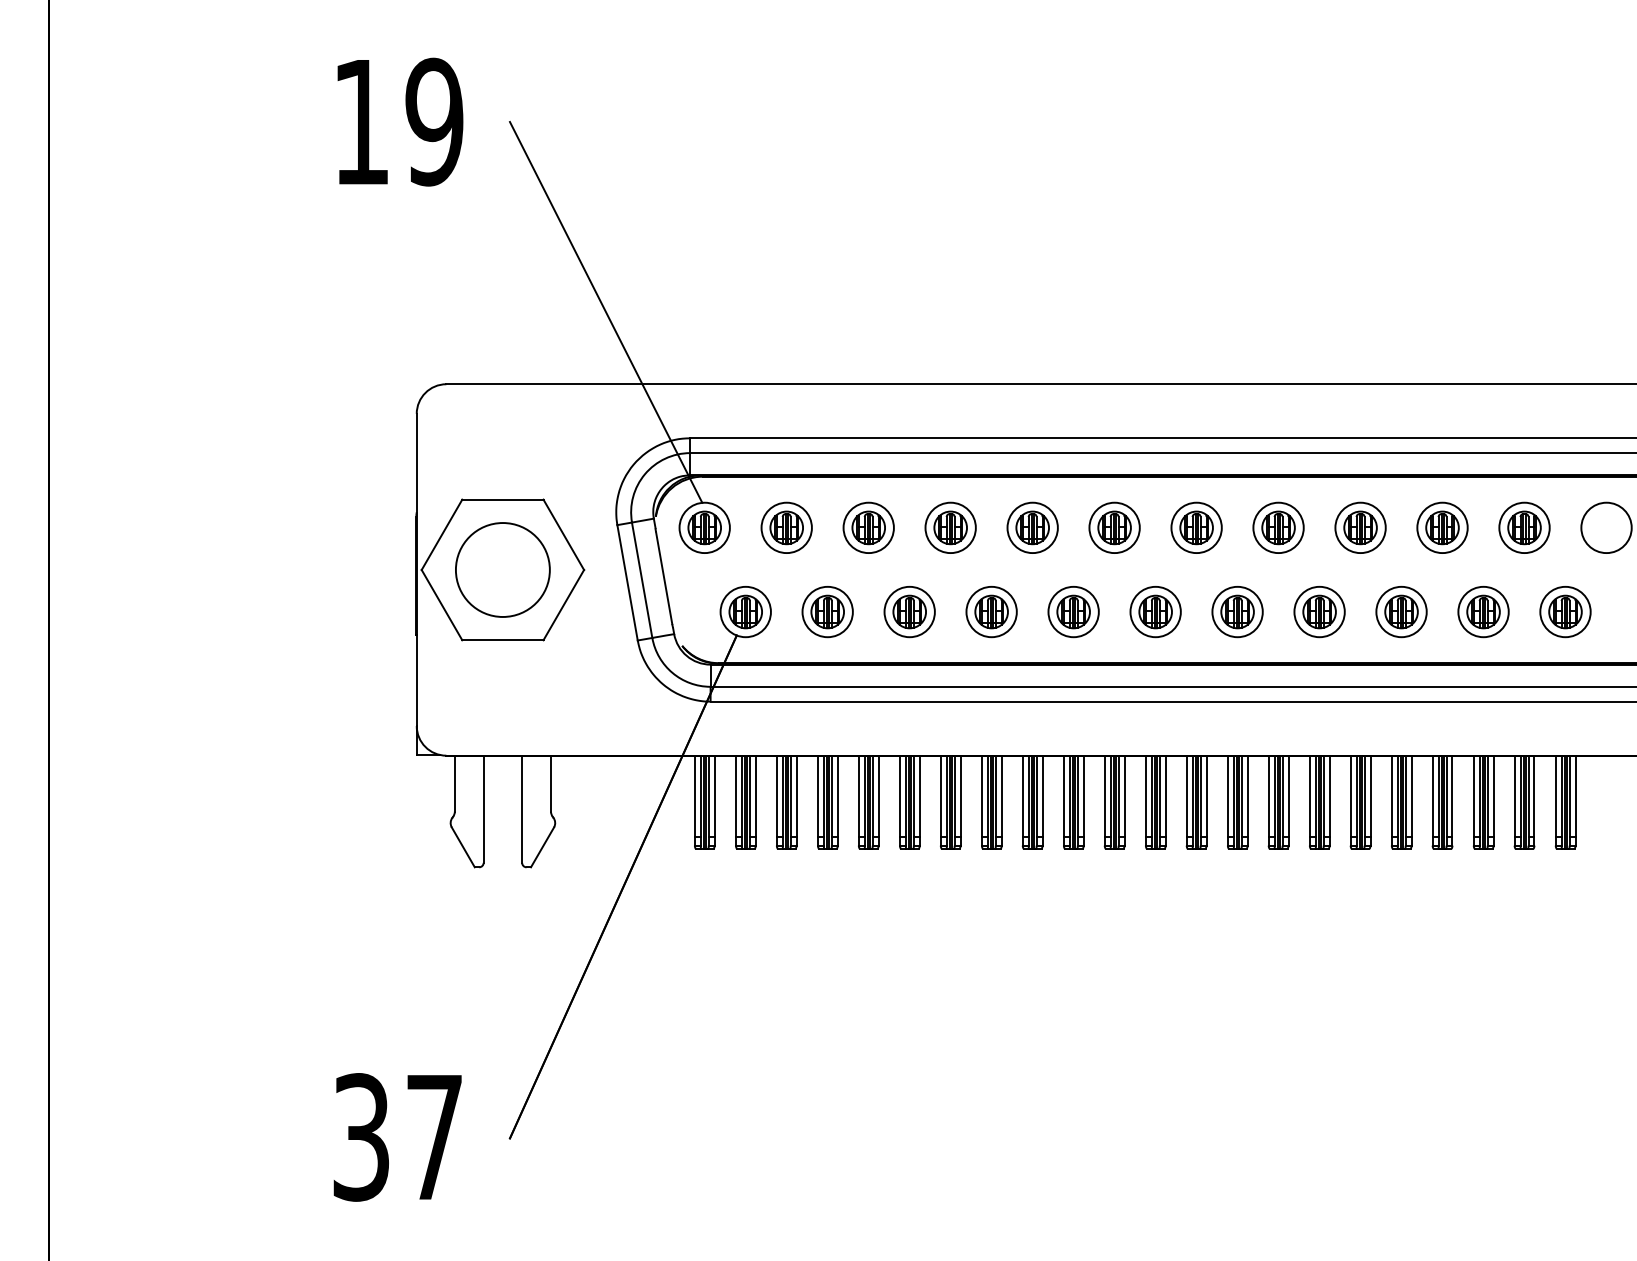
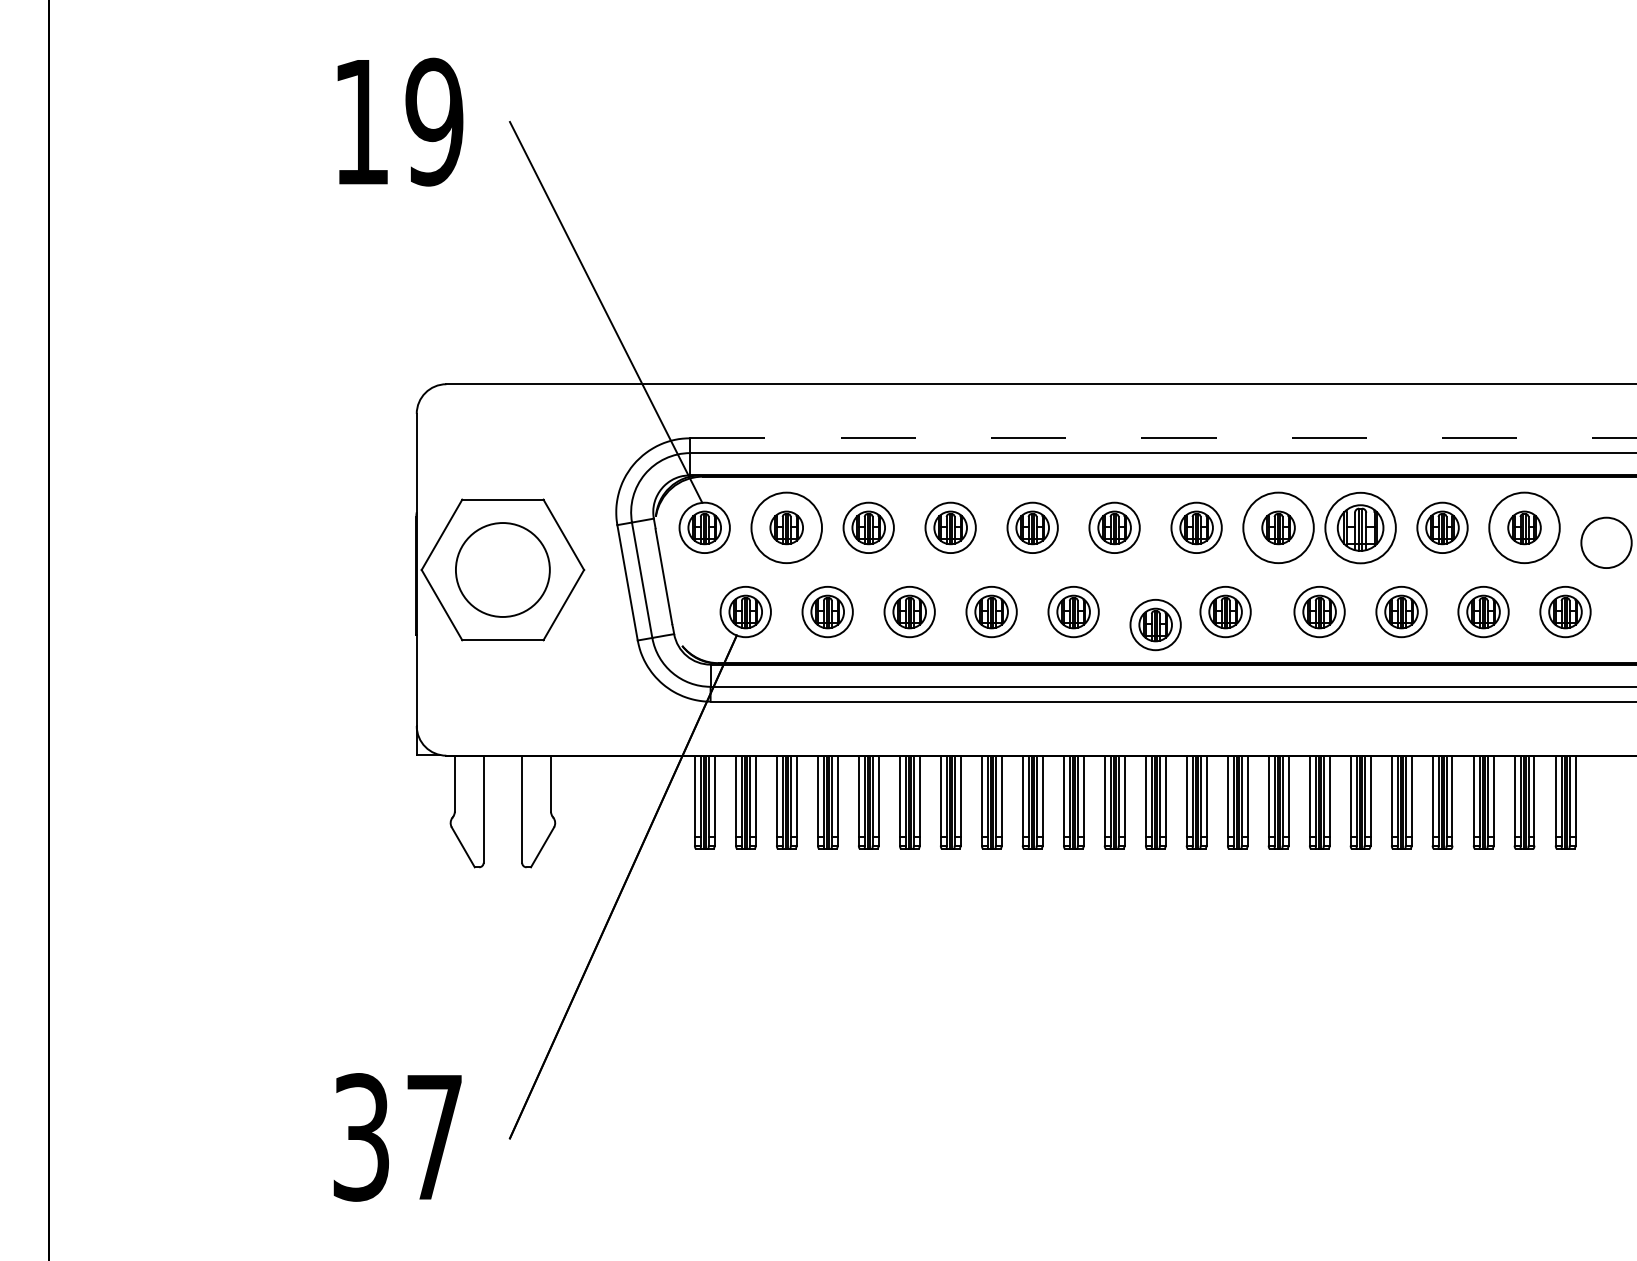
line at (1163, 438): solid -> dashed
circle at (786, 527) diameter: 50 px -> 71 px
circle at (1278, 527) diameter: 50 px -> 71 px
part at (1360, 527) size: 53x53 px -> 73x74 px
circle at (1524, 527) diameter: 50 px -> 71 px
circle at (1606, 527) position: (1606, 527) -> (1606, 542)
part at (1155, 612) position: (1155, 612) -> (1155, 625)
part at (1237, 612) position: (1237, 612) -> (1225, 612)
